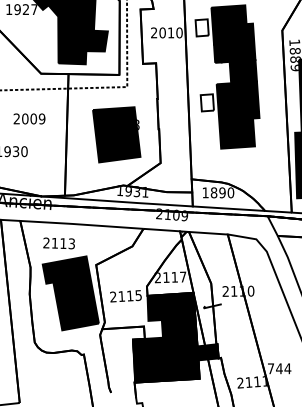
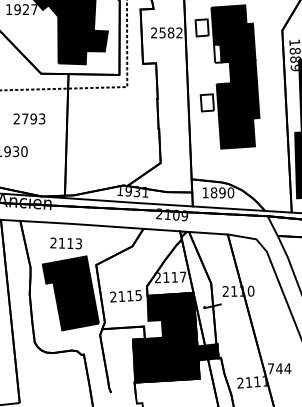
text at (170, 32): 2010 -> 2582
fill at (217, 53): present -> none
text at (33, 118): 2009 -> 2793
part at (116, 134): present -> none
text at (58, 243) position: (58, 243) -> (65, 243)
